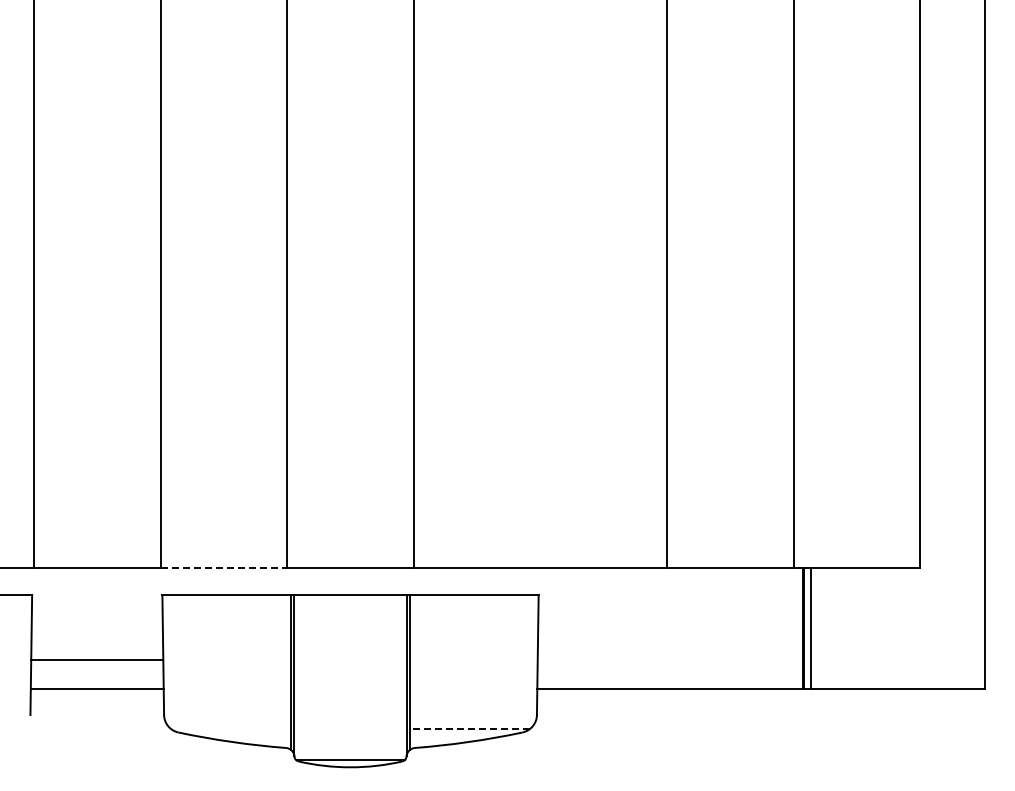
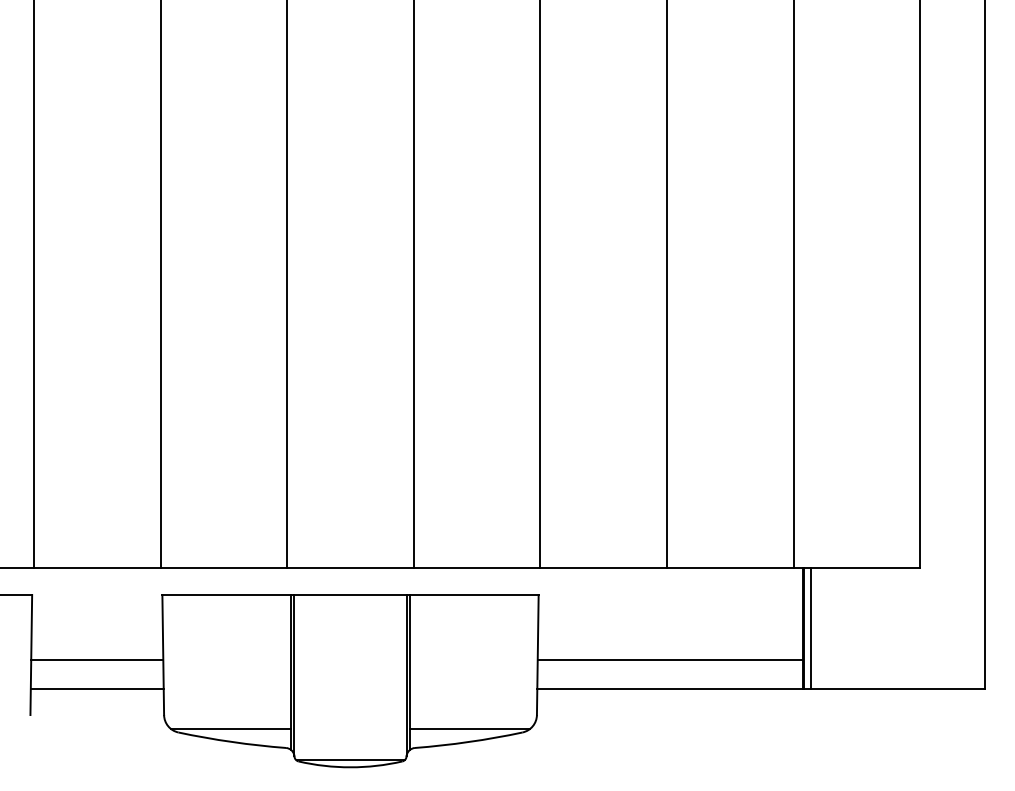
line at (540, 284): none -> present
line at (224, 567): dashed -> solid
line at (669, 660): none -> present
line at (230, 728): none -> present
line at (470, 728): dashed -> solid
